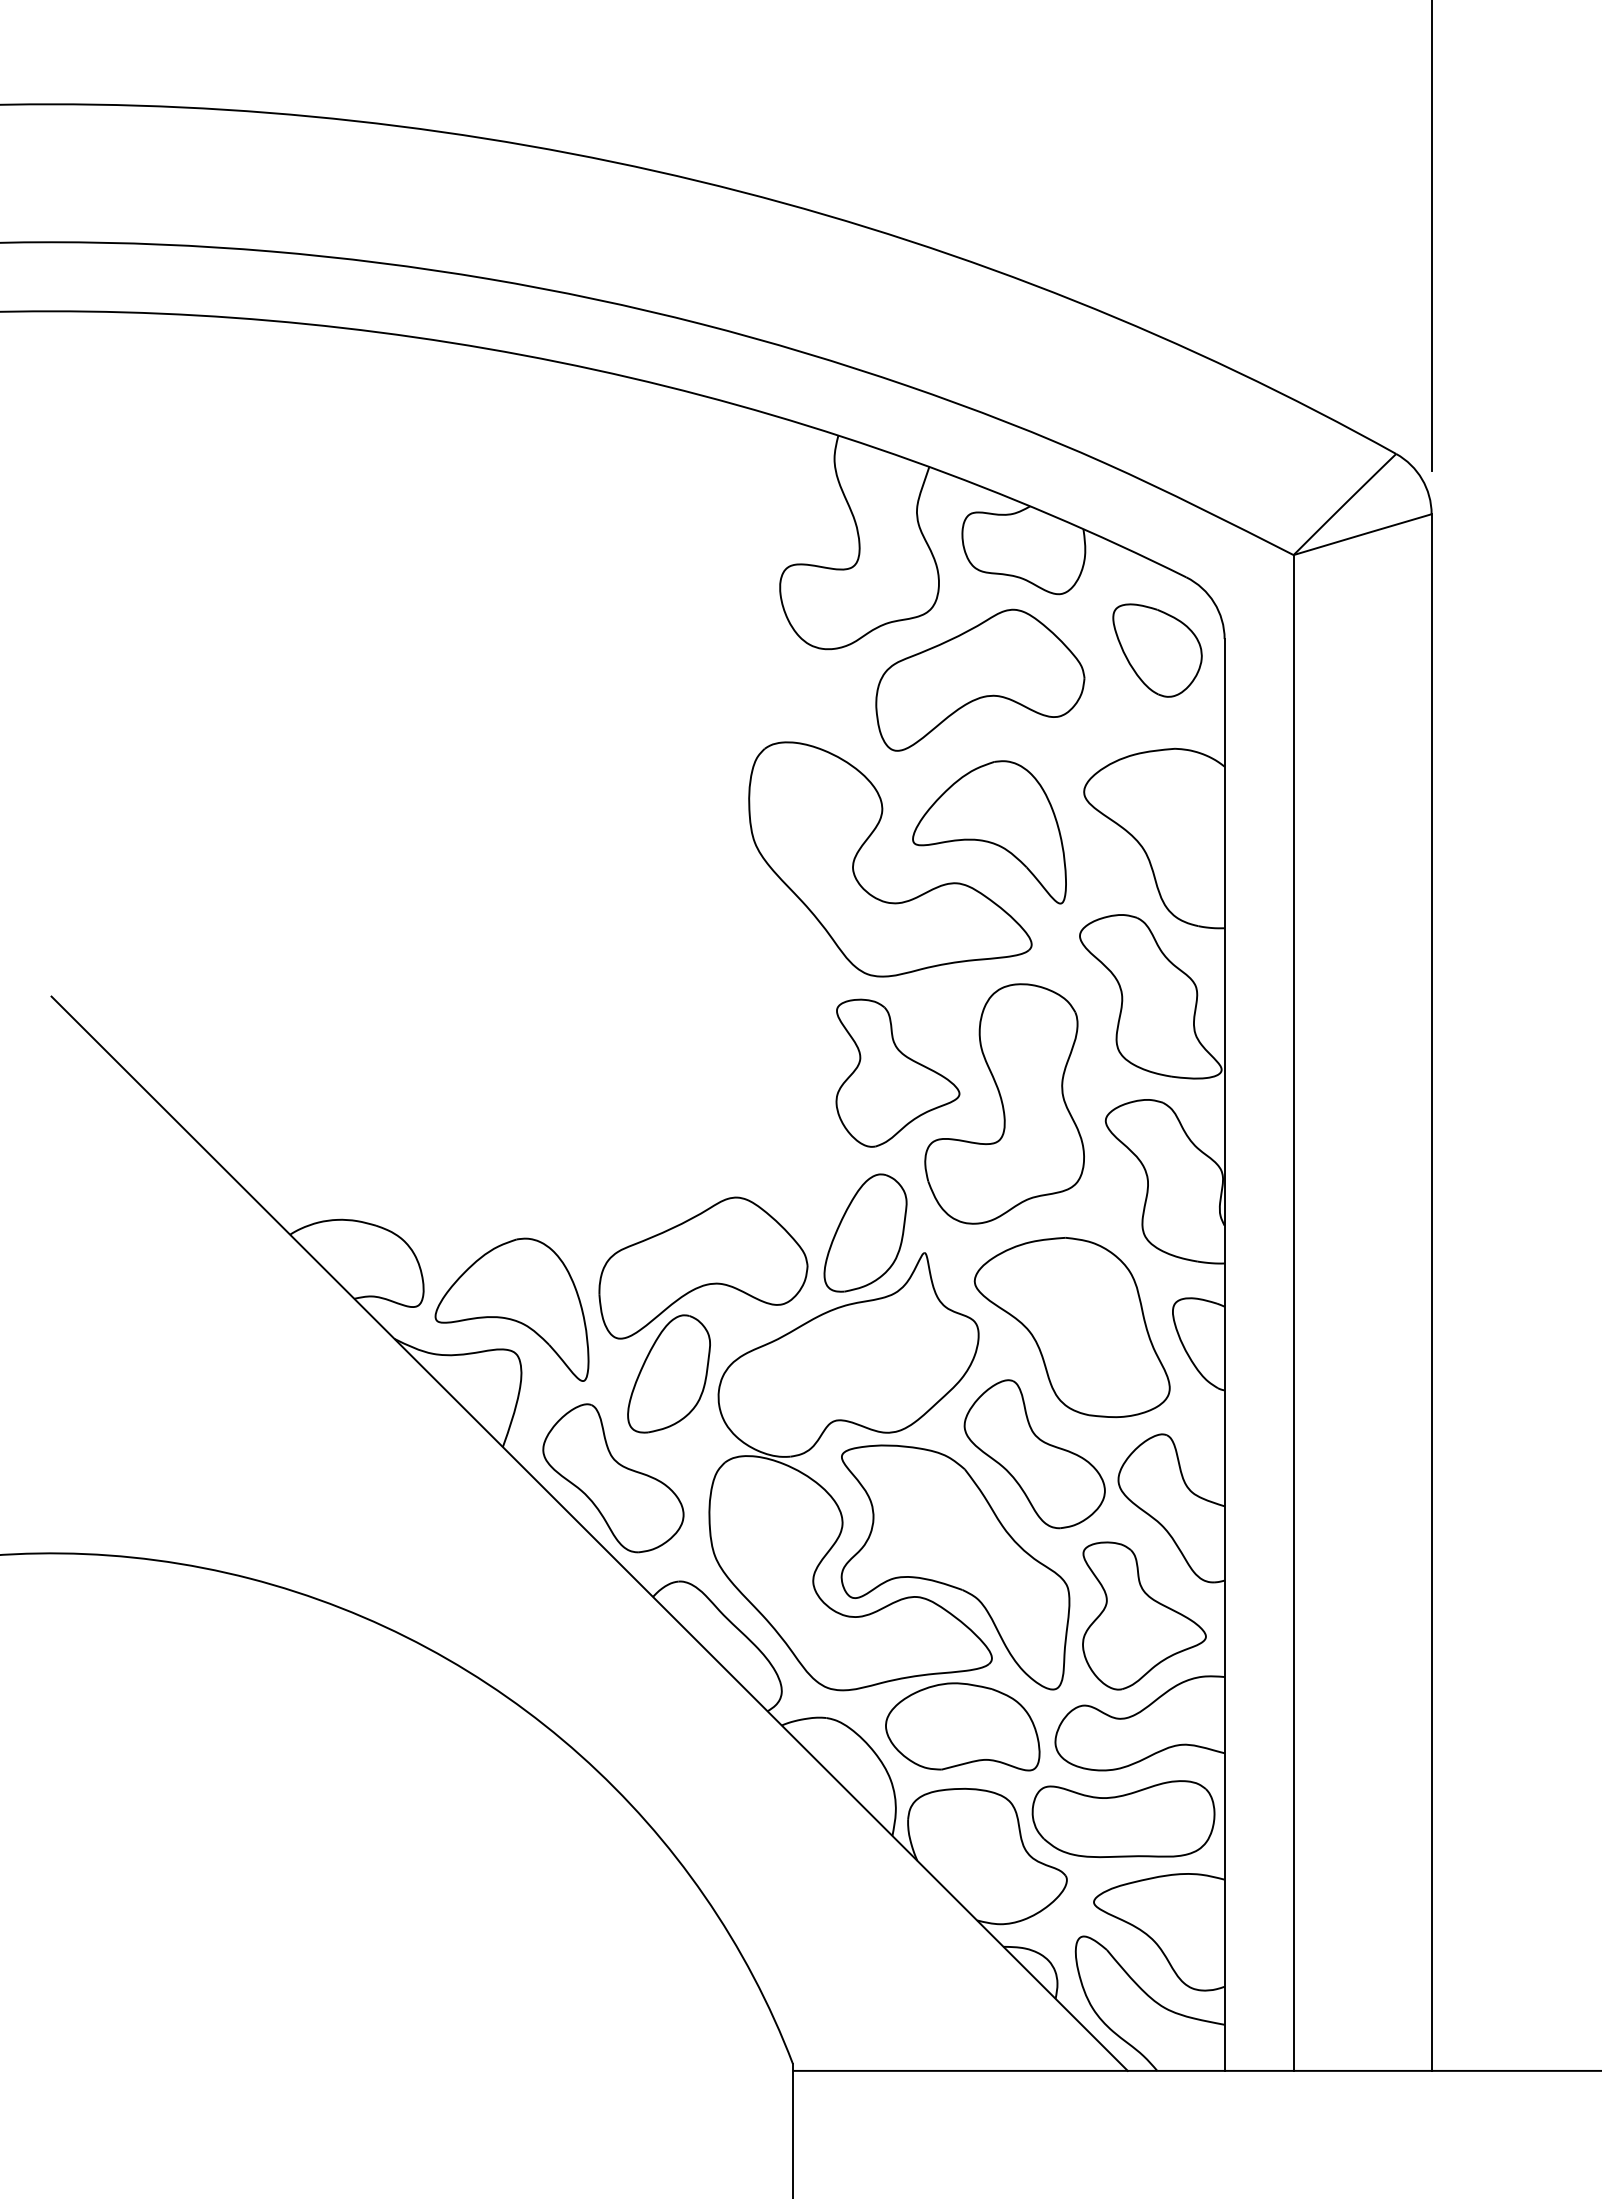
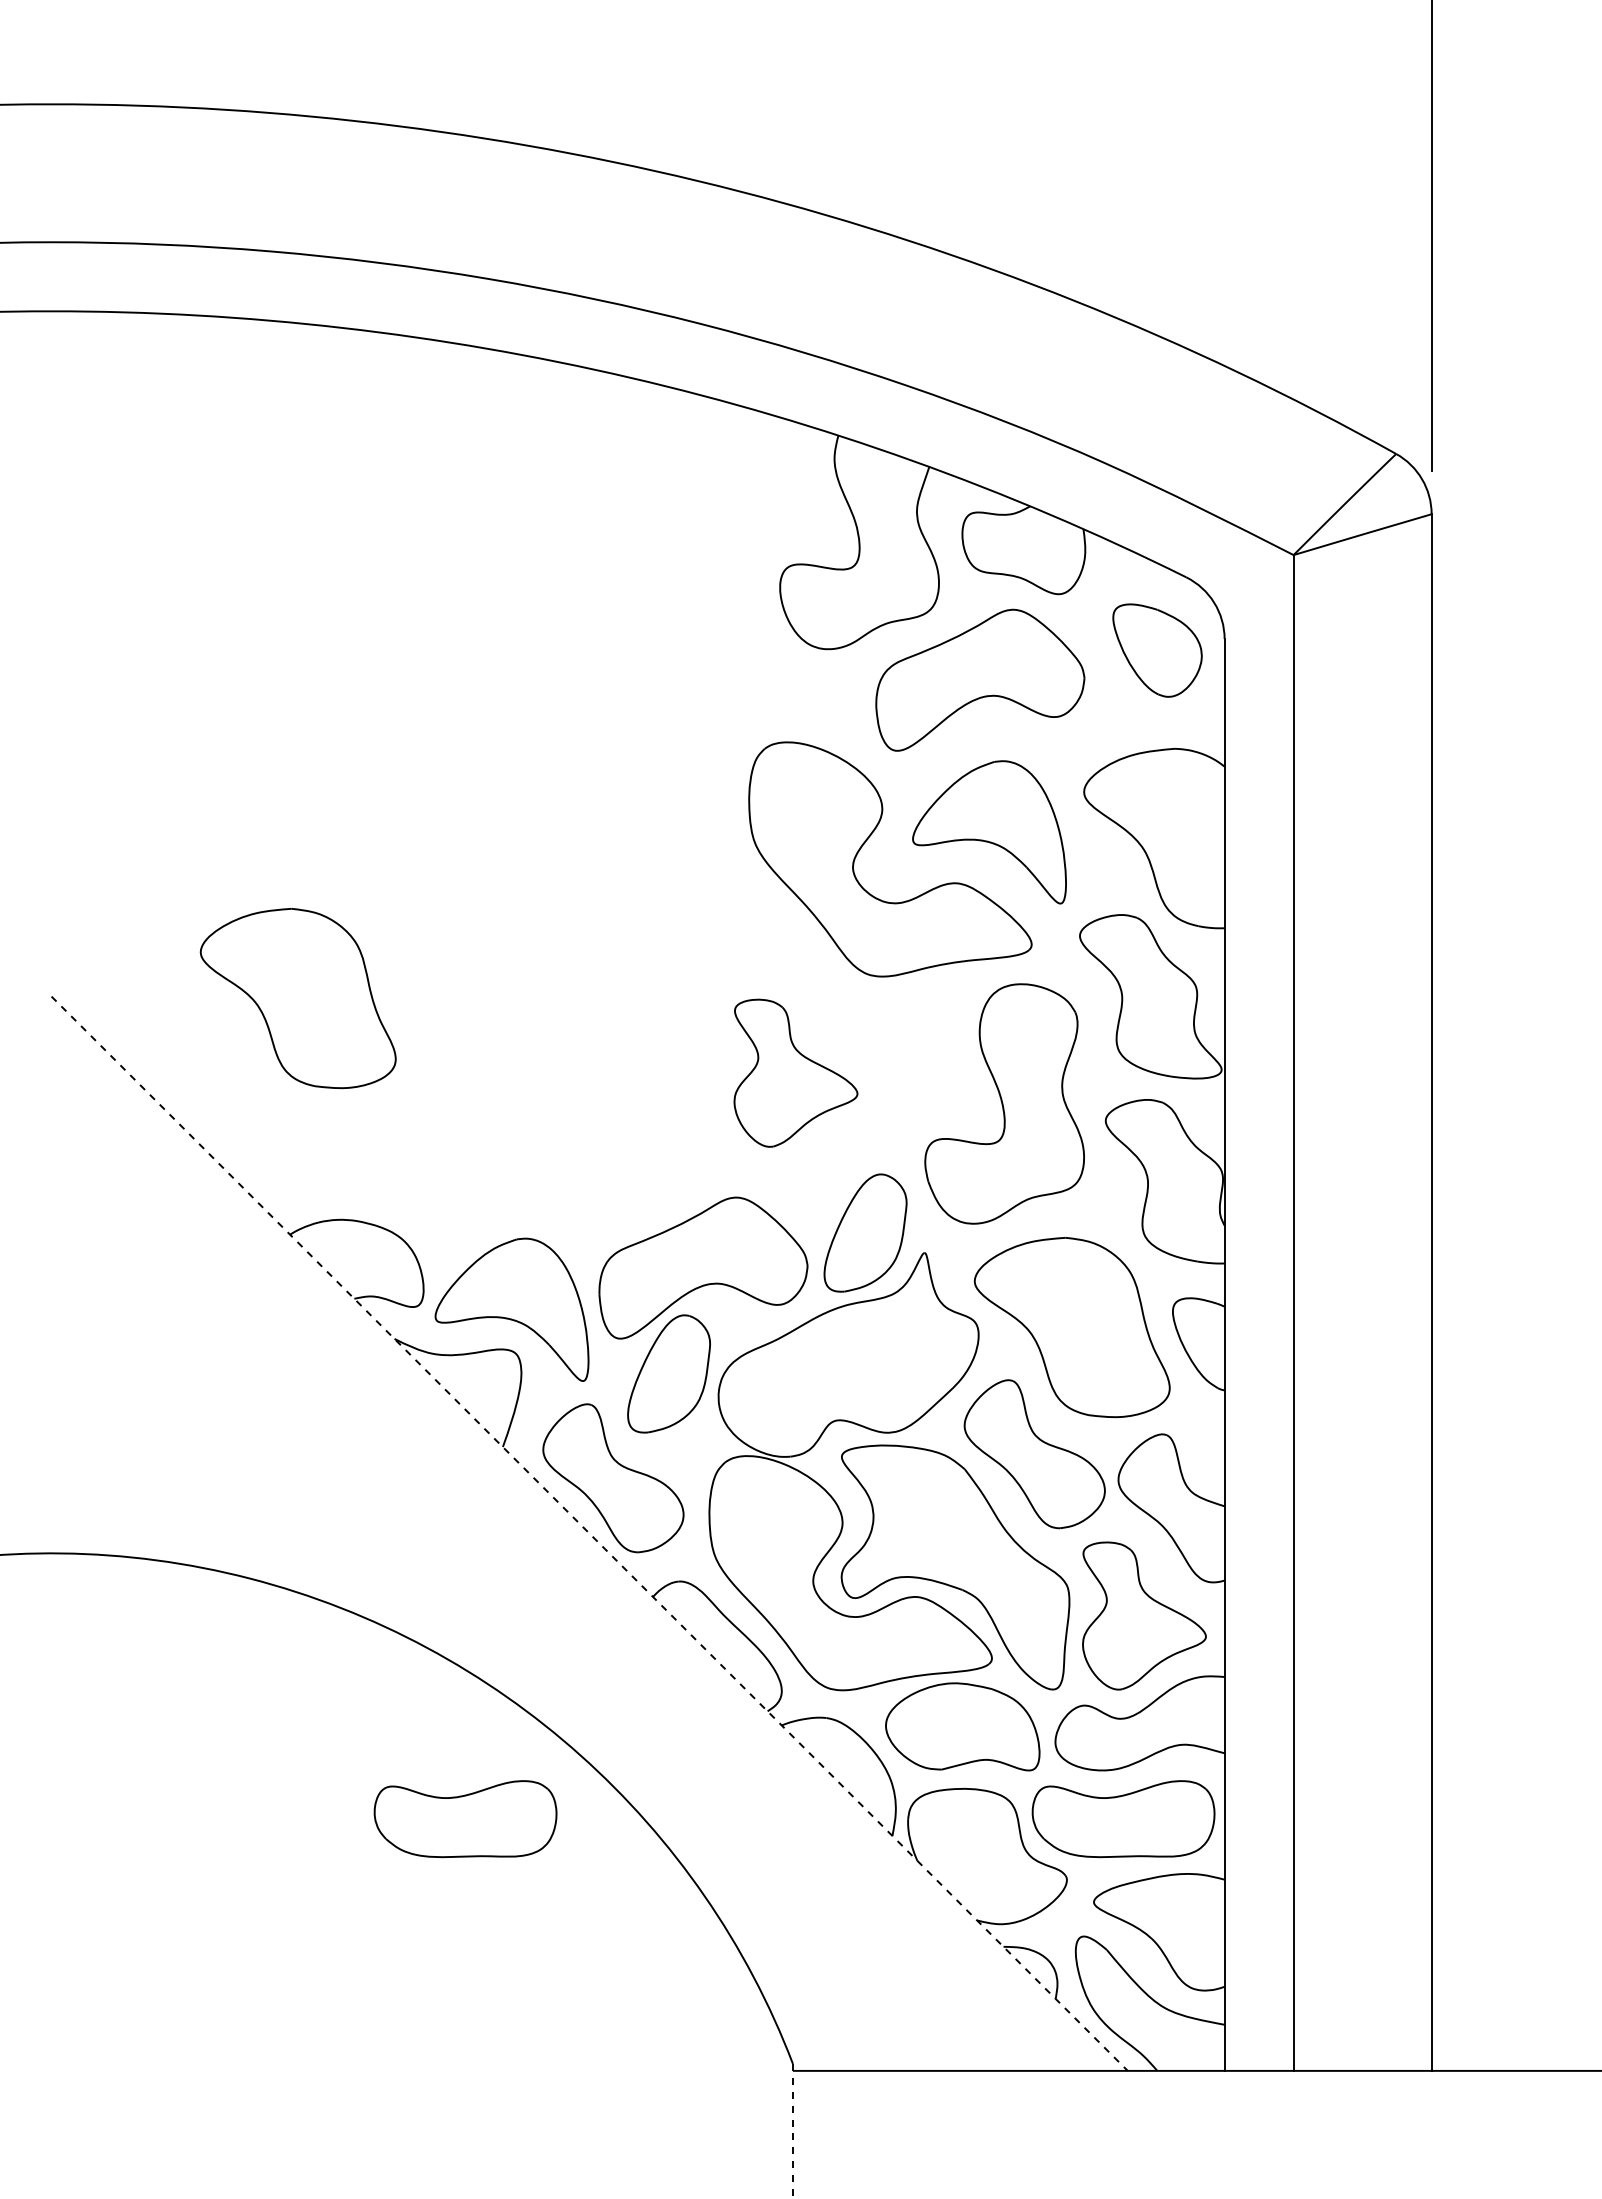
part at (297, 998): none -> present
part at (897, 1072) position: (897, 1072) -> (795, 1072)
line at (590, 1534): solid -> dashed
part at (465, 1819): none -> present
line at (792, 2131): solid -> dashed
